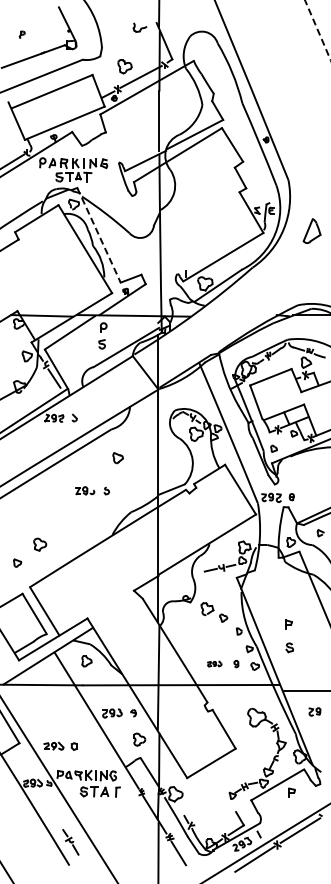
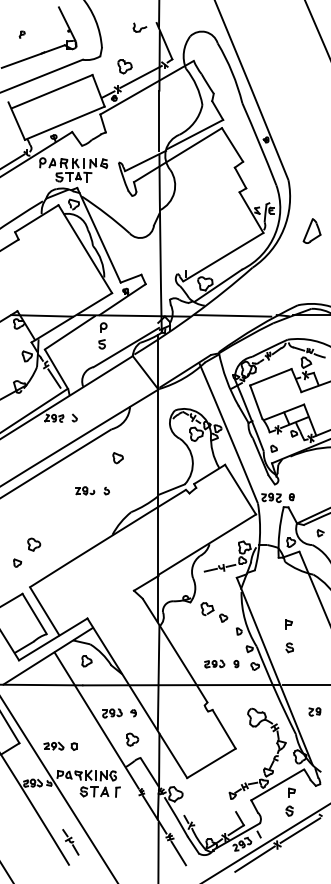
arc at (317, 30): dashed -> solid
line at (99, 235): dashed -> solid
line at (232, 315): none -> present
part at (40, 544) position: (40, 544) -> (34, 544)
part at (214, 663) size: 16x8 px -> 22x10 px
line at (304, 691) position: (304, 691) -> (304, 685)
part at (139, 739) position: (139, 739) -> (132, 739)
part at (289, 810): none -> present
